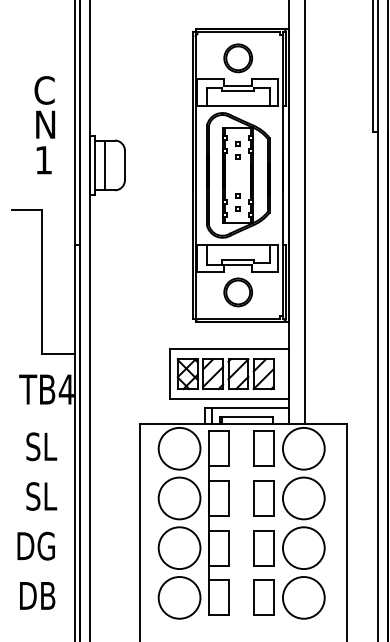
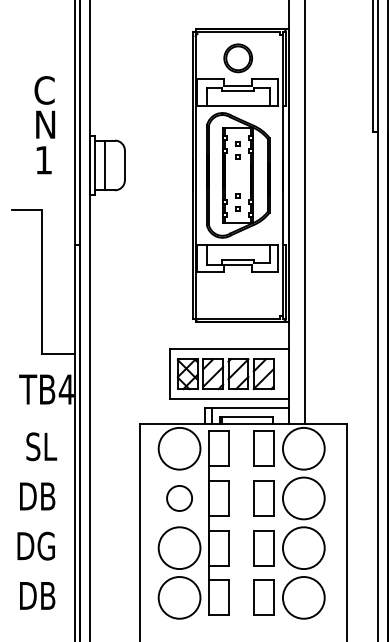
part at (237, 292): present -> none
text at (38, 496): SL -> DB
circle at (179, 498) diameter: 42 px -> 25 px
